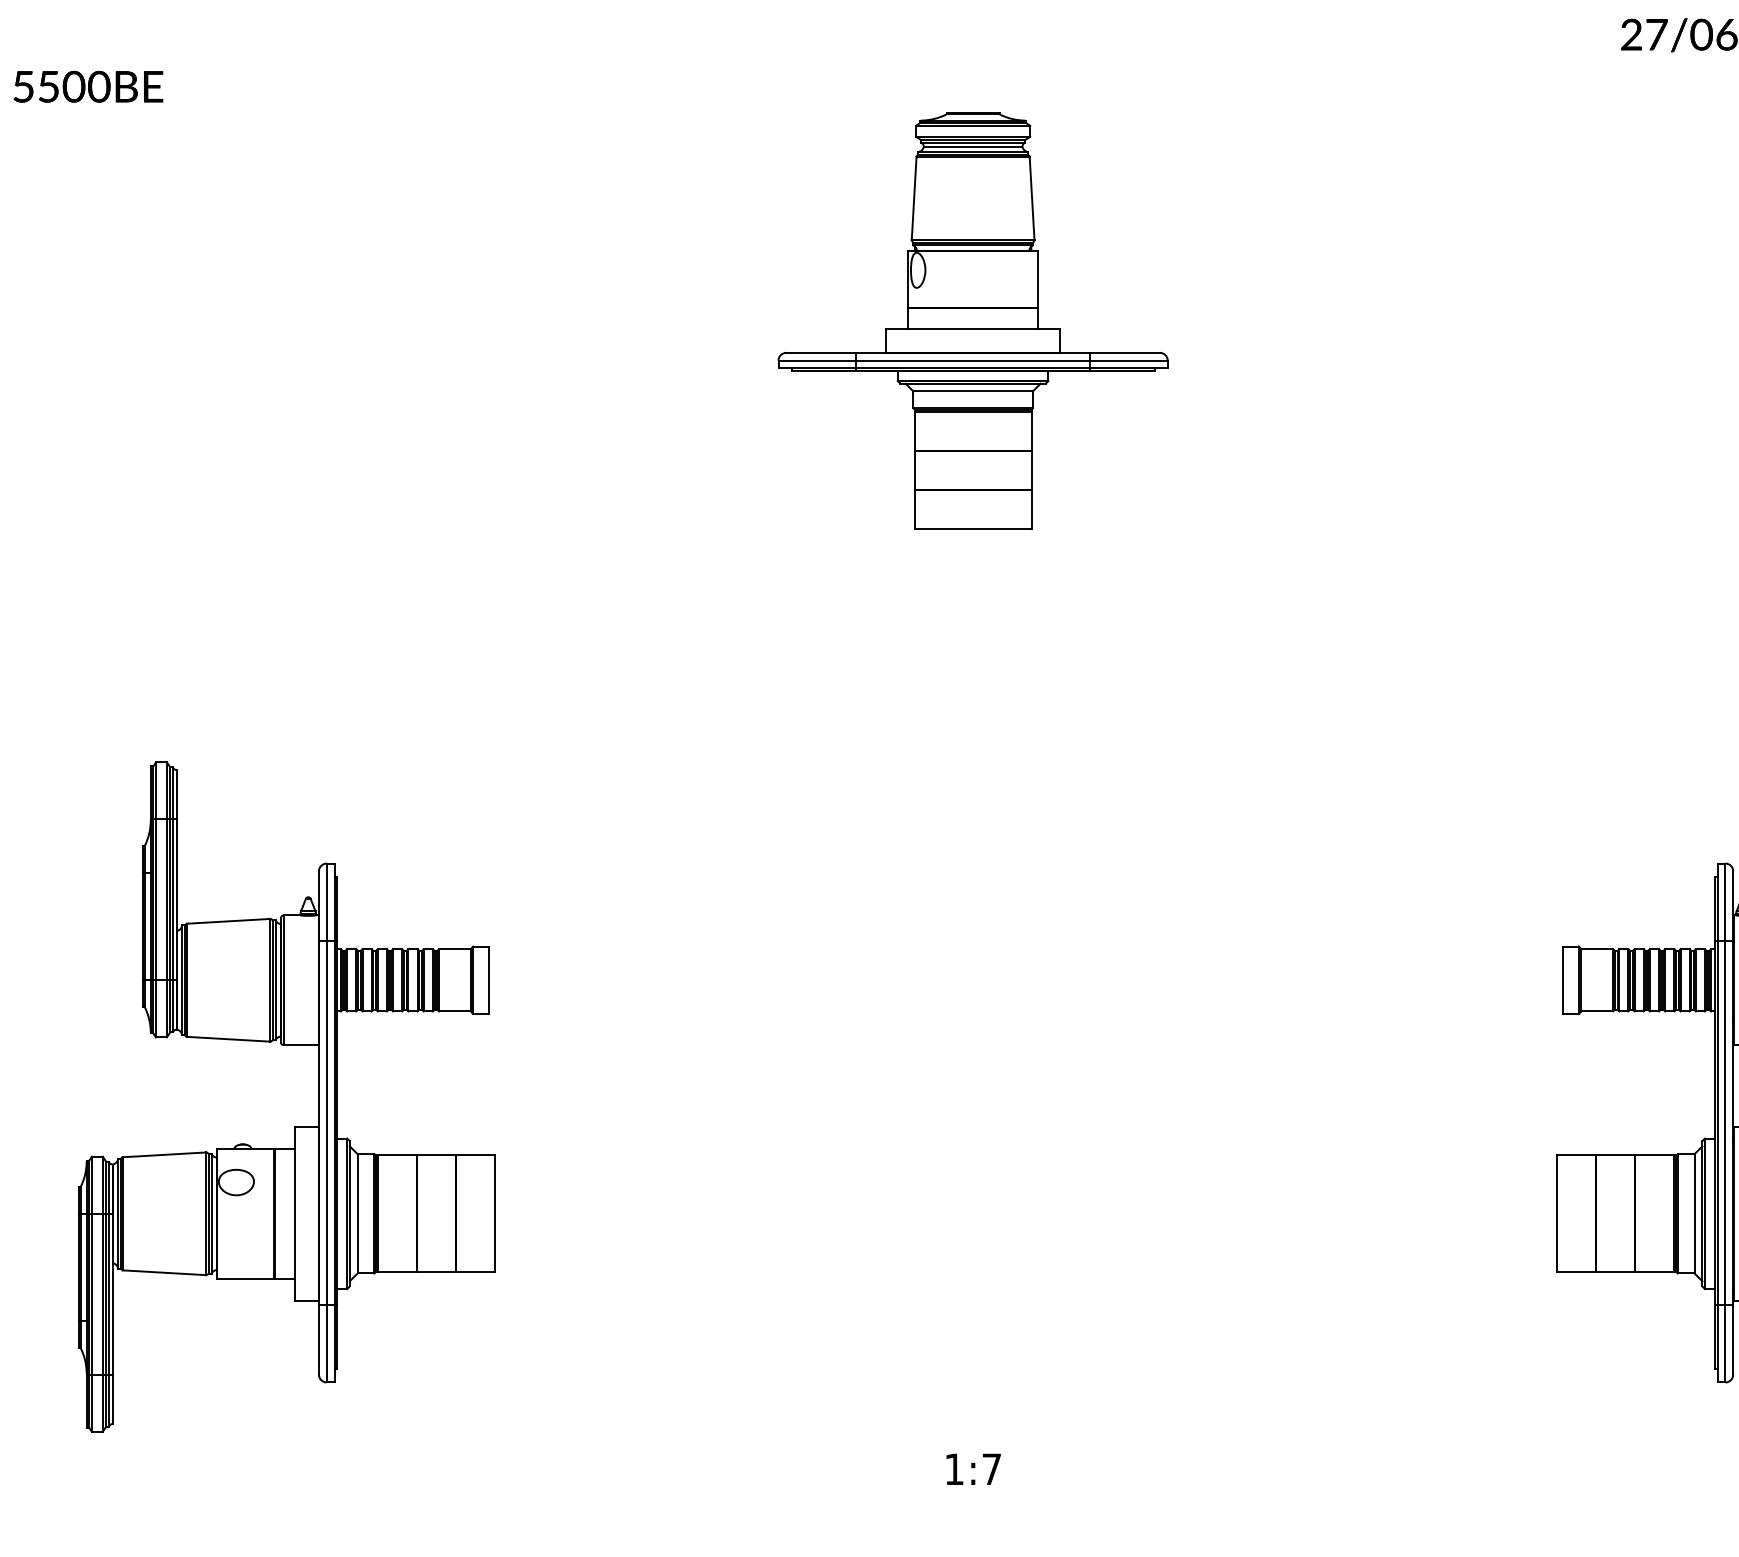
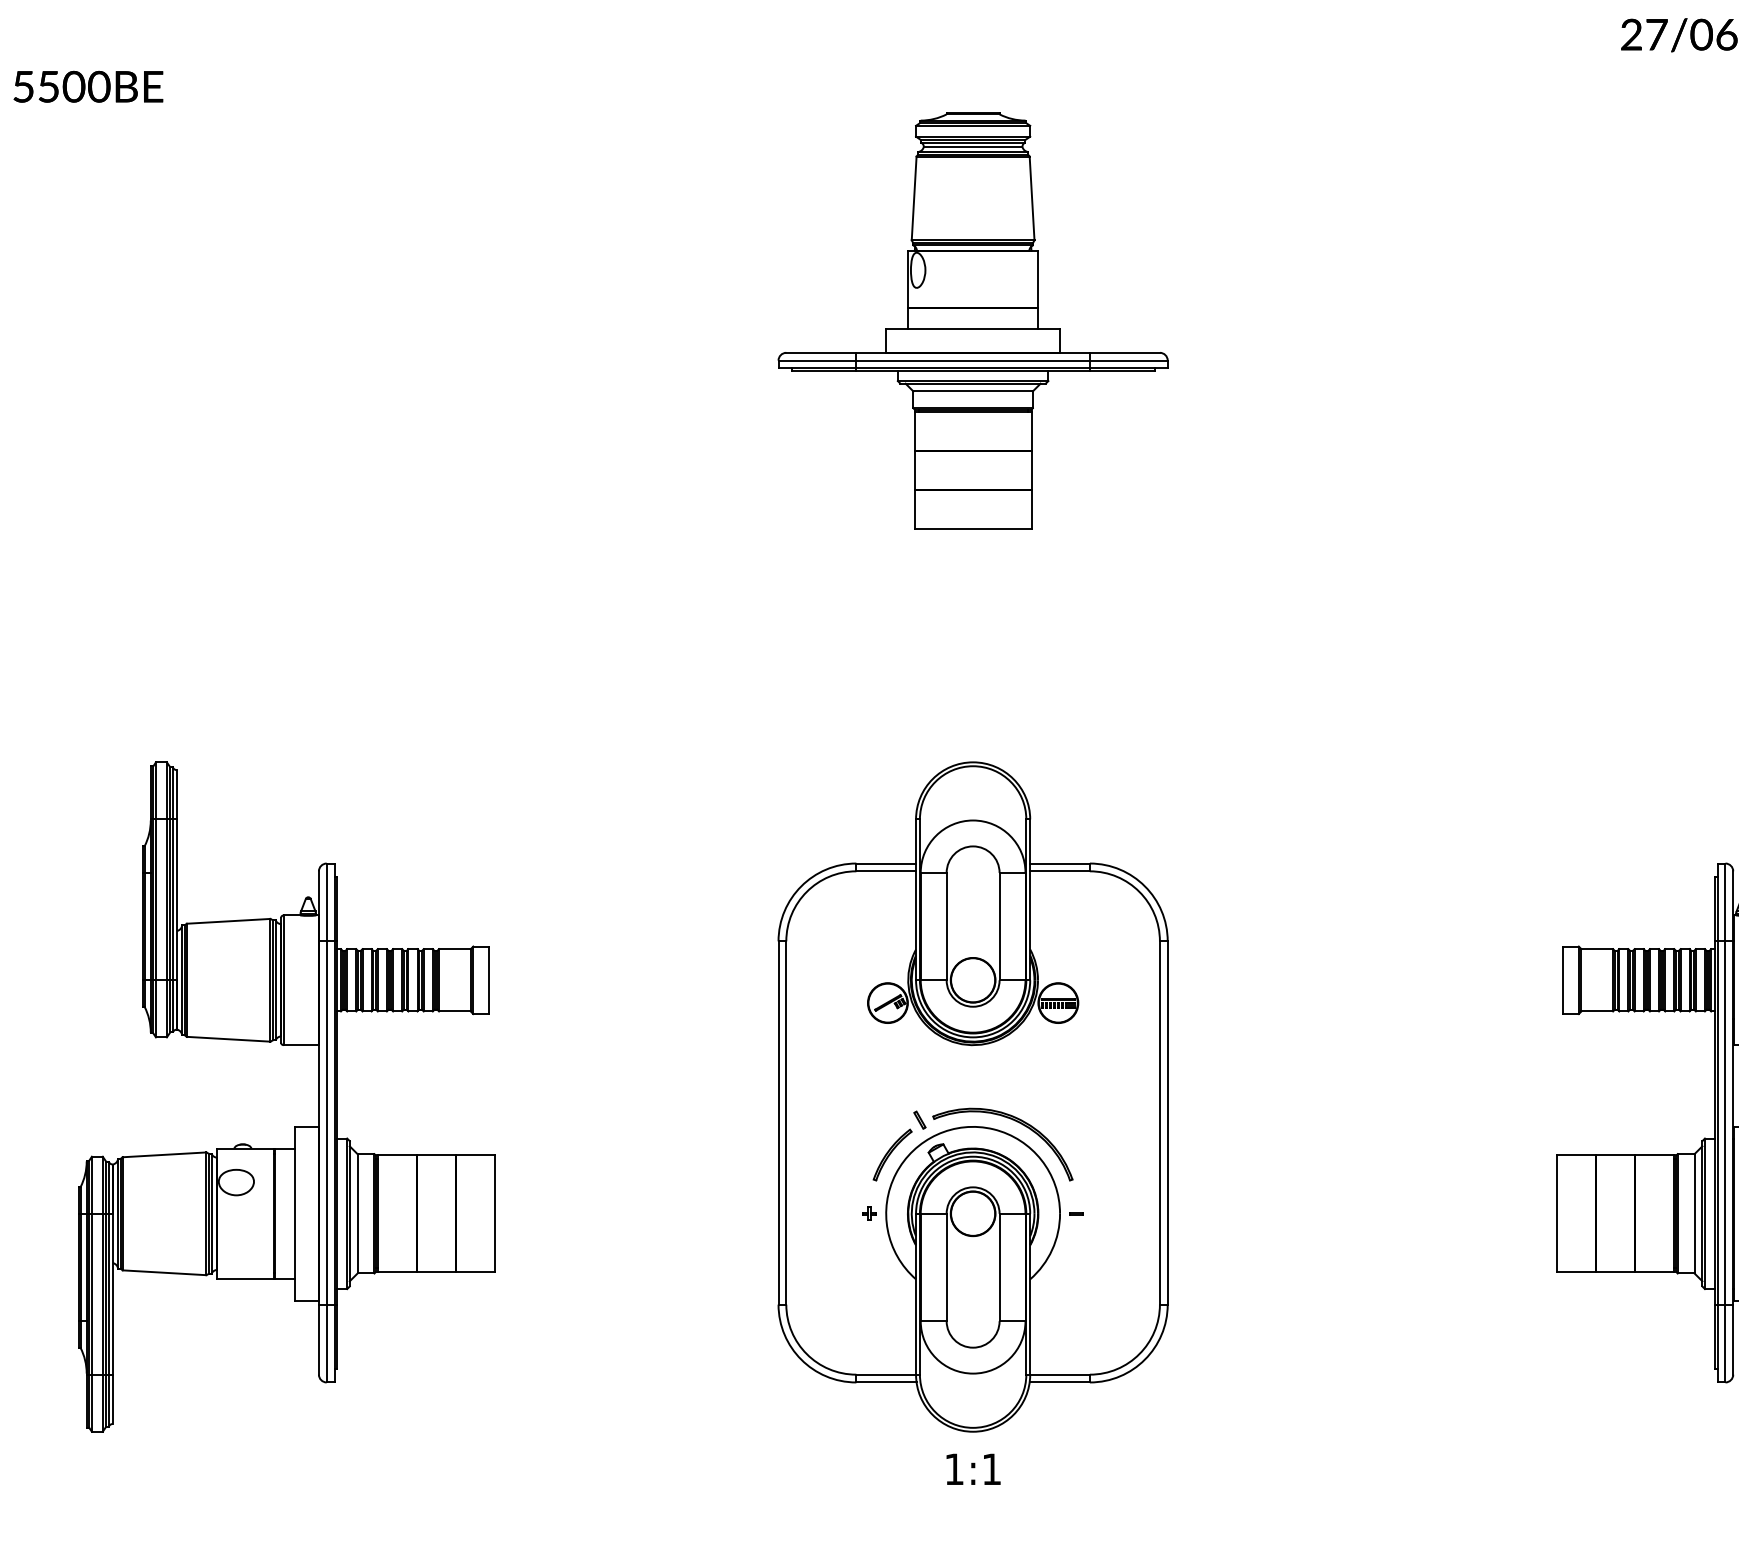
part at (972, 1096): none -> present
text at (991, 1468): 1:7 -> 1:1
